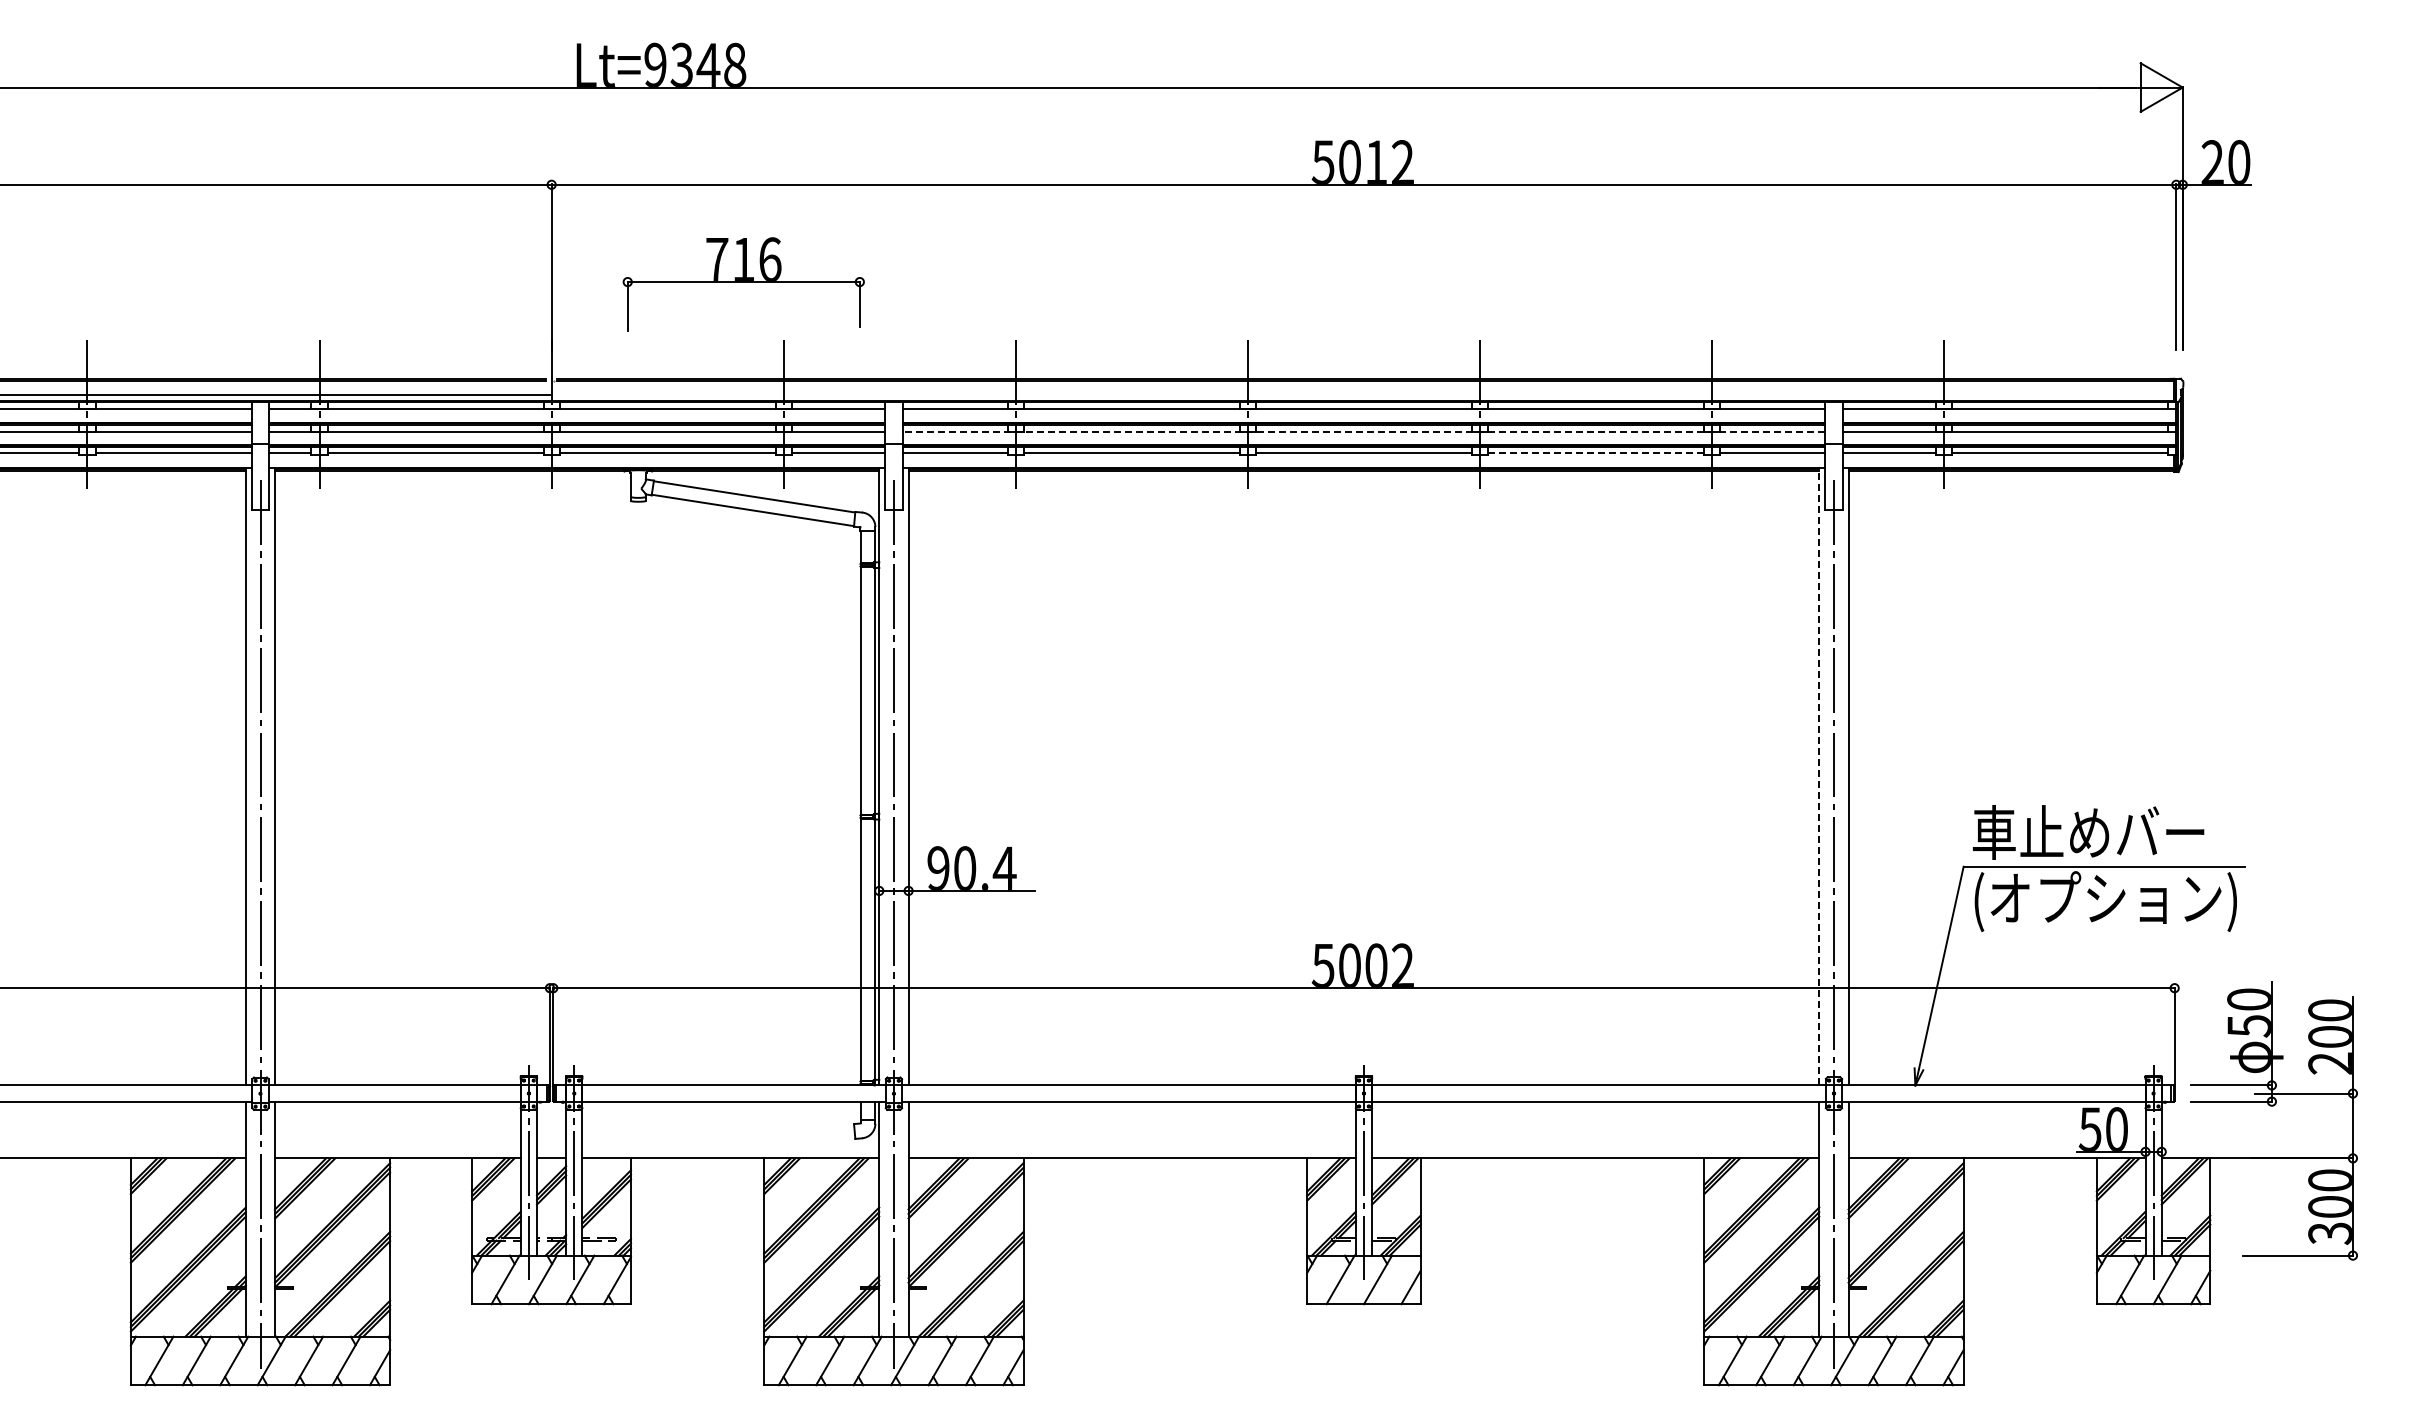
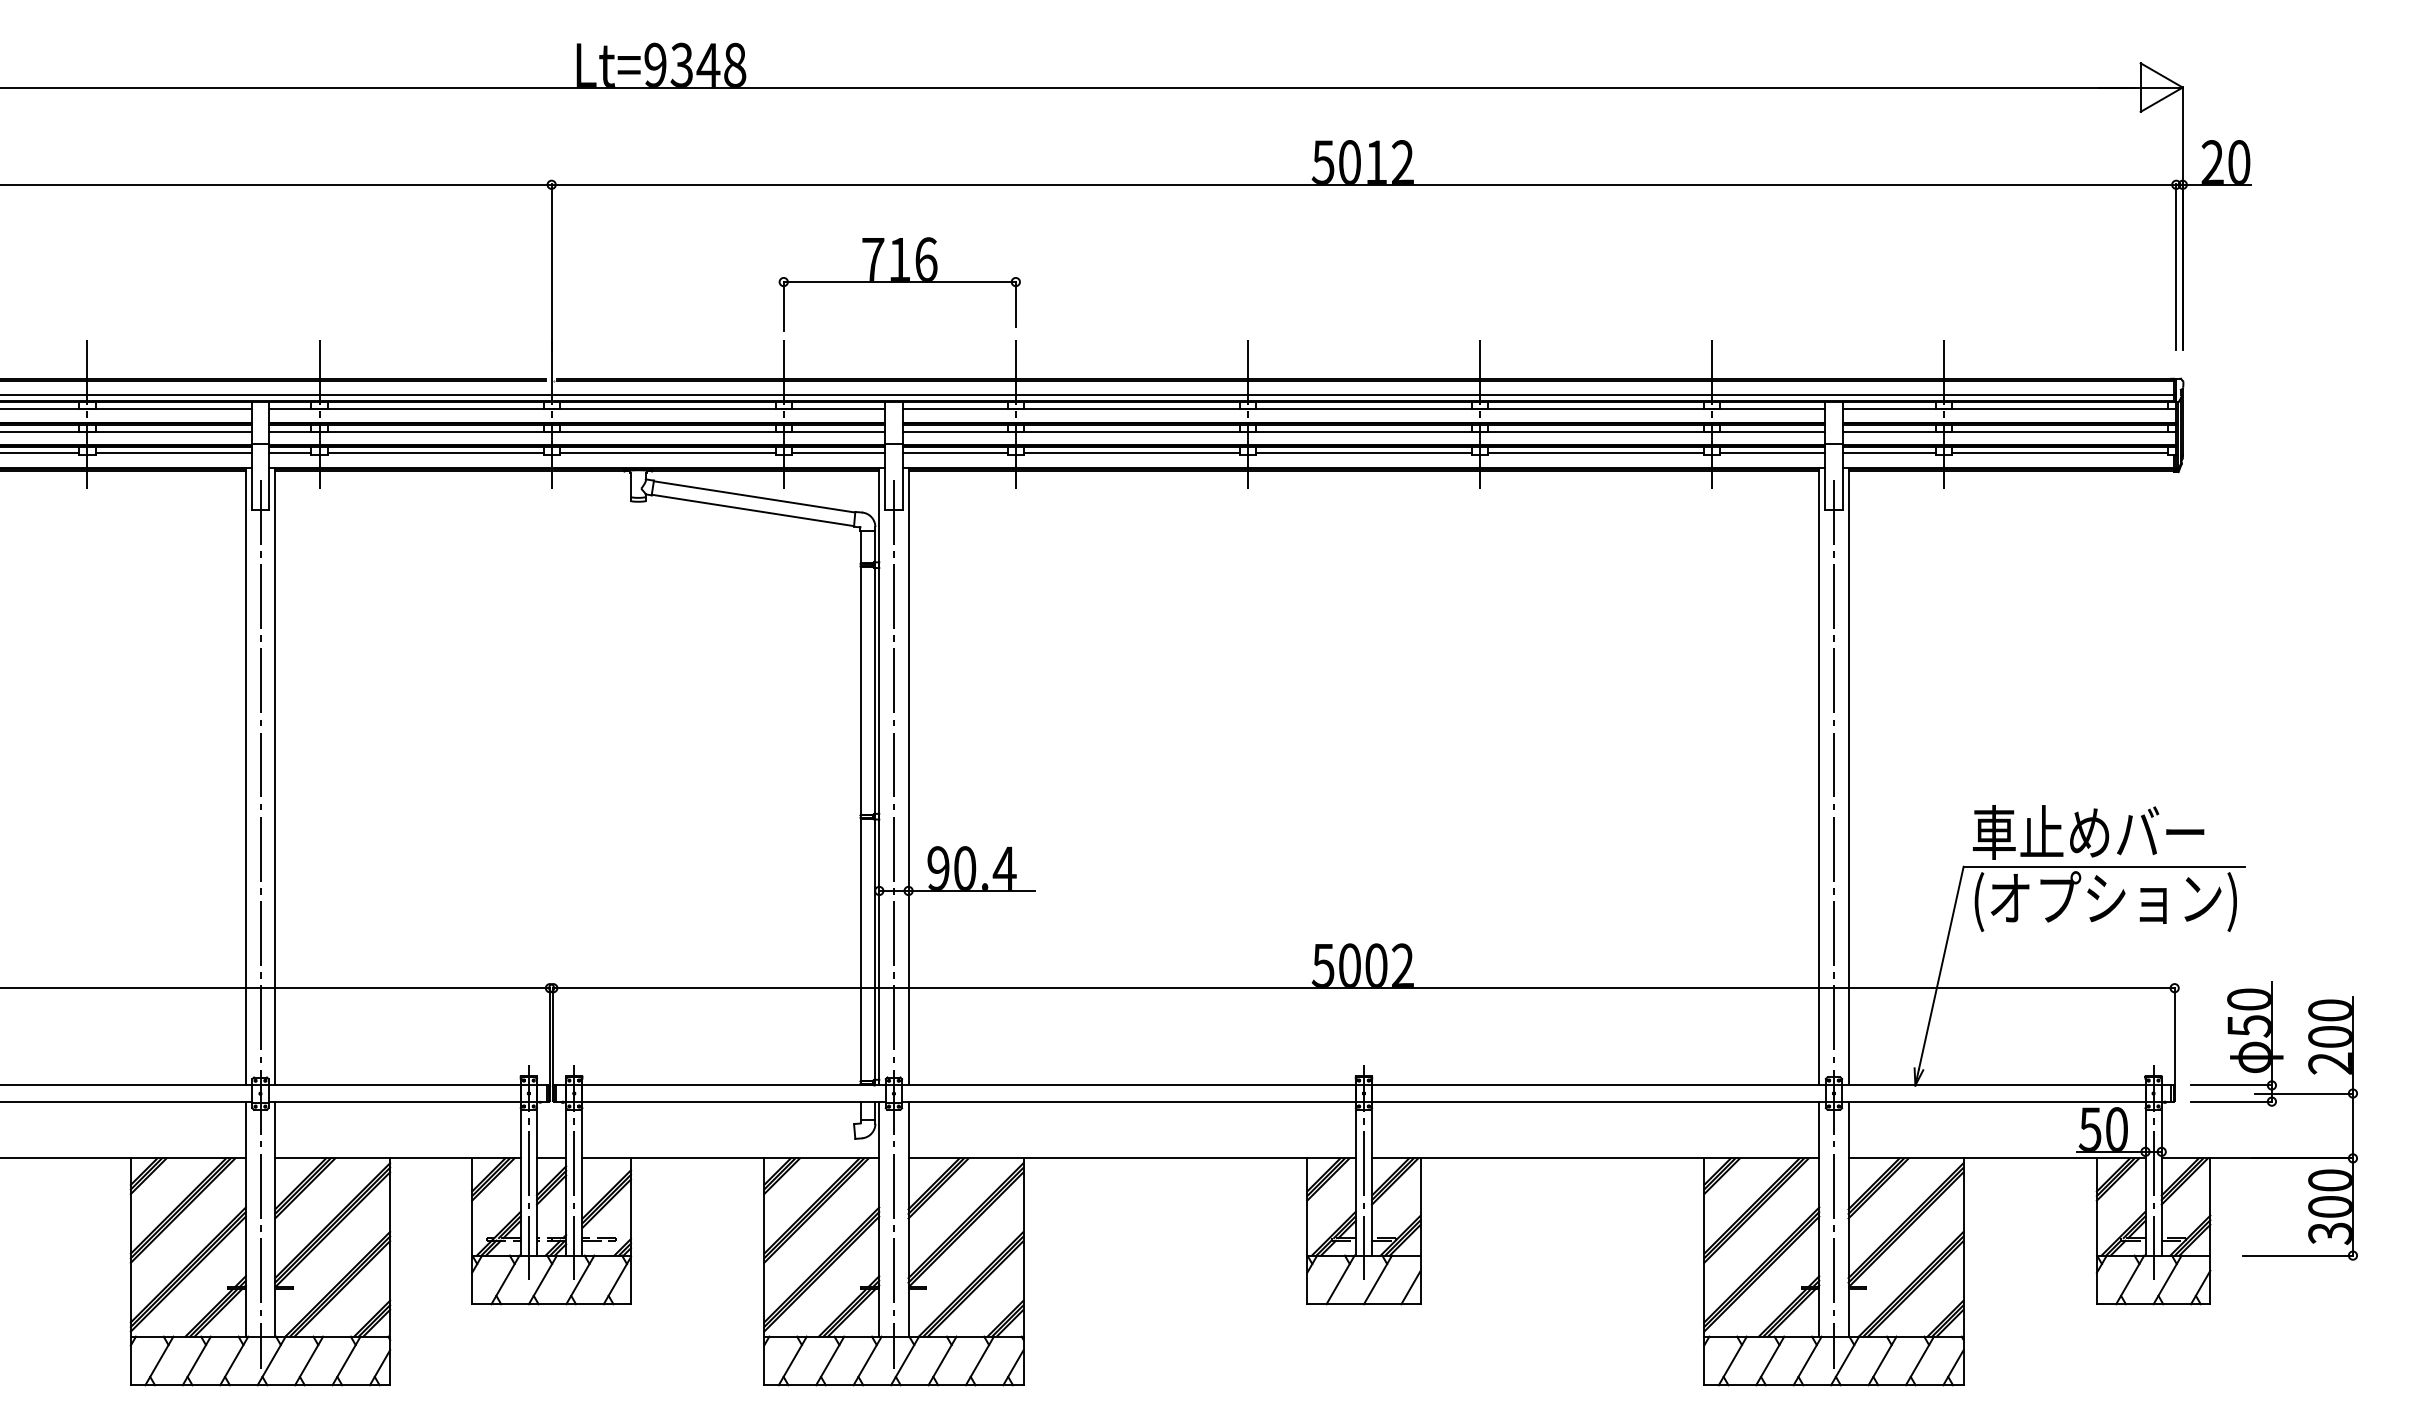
part at (743, 284) position: (743, 284) -> (899, 284)
line at (1363, 395): none -> present
line at (1363, 431): dashed -> solid
line at (1596, 453): dashed -> solid
line at (1819, 776): dashed -> solid
